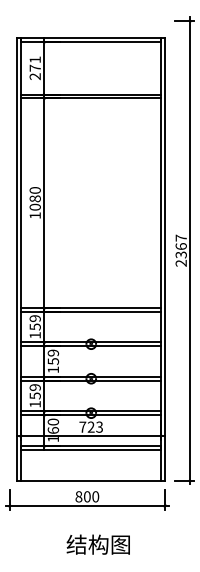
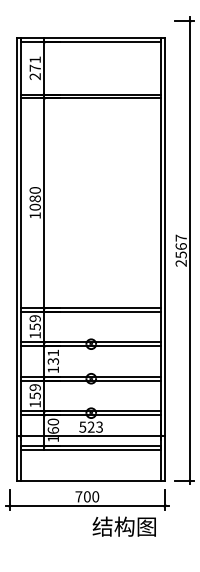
text at (180, 254): 2367 -> 2567
text at (53, 356): 159 -> 131
text at (82, 426): 723 -> 523
text at (78, 496): 800 -> 700
text at (97, 544) position: (97, 544) -> (123, 526)
